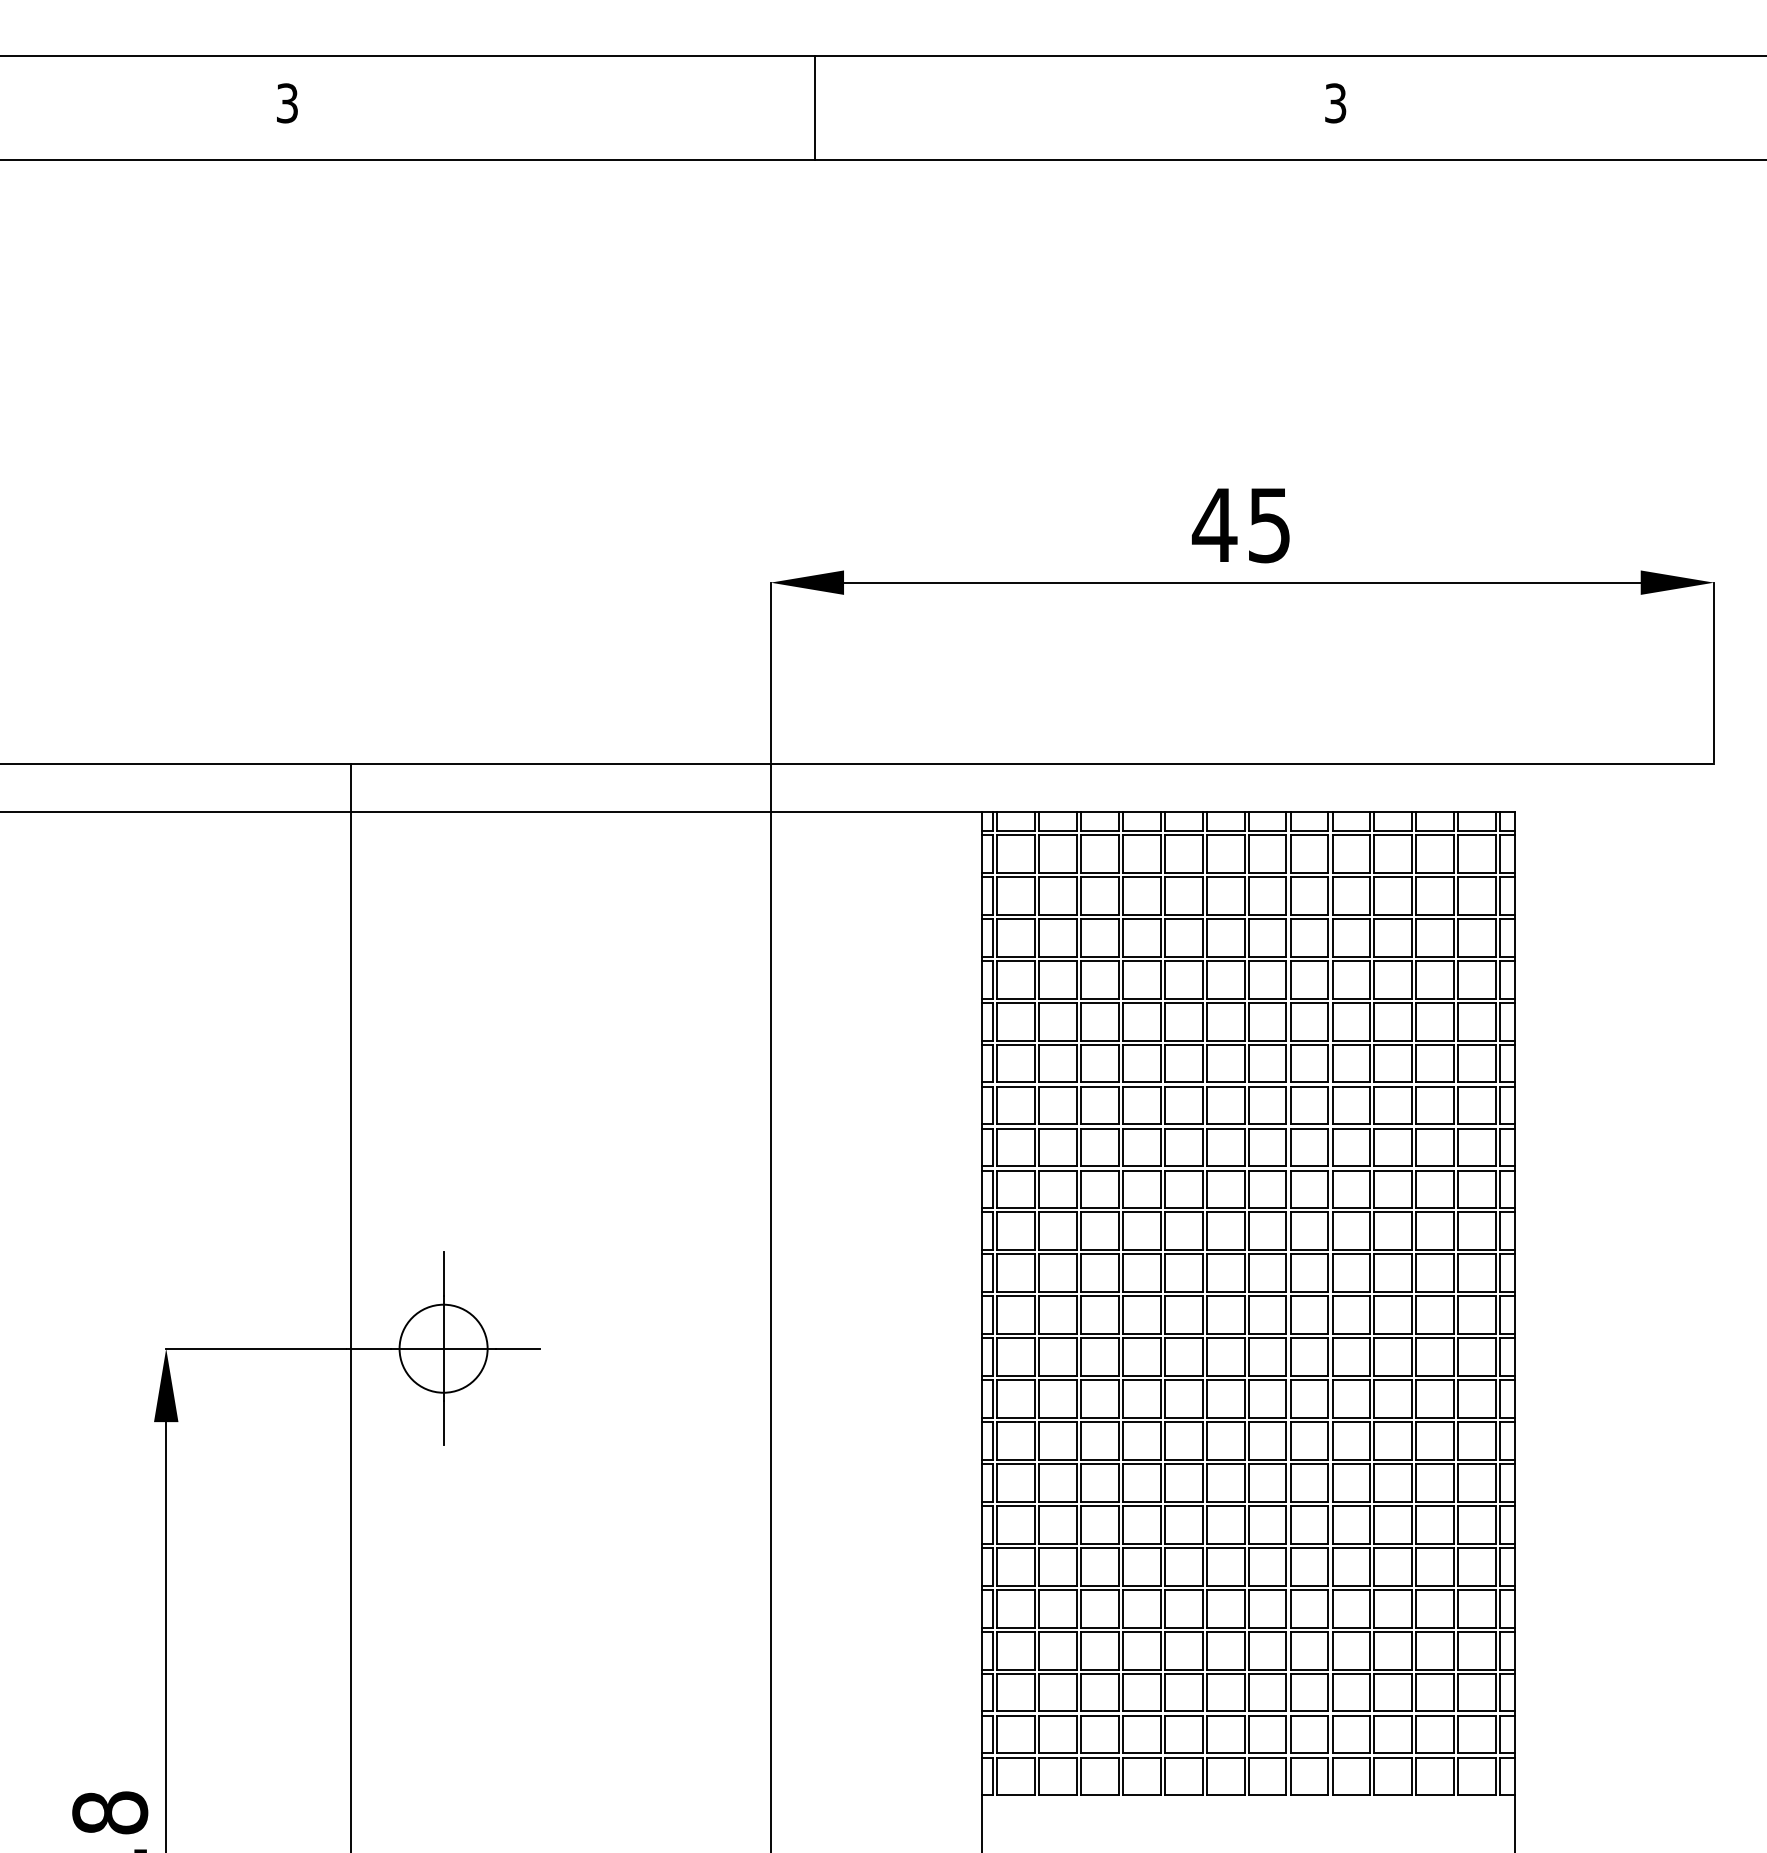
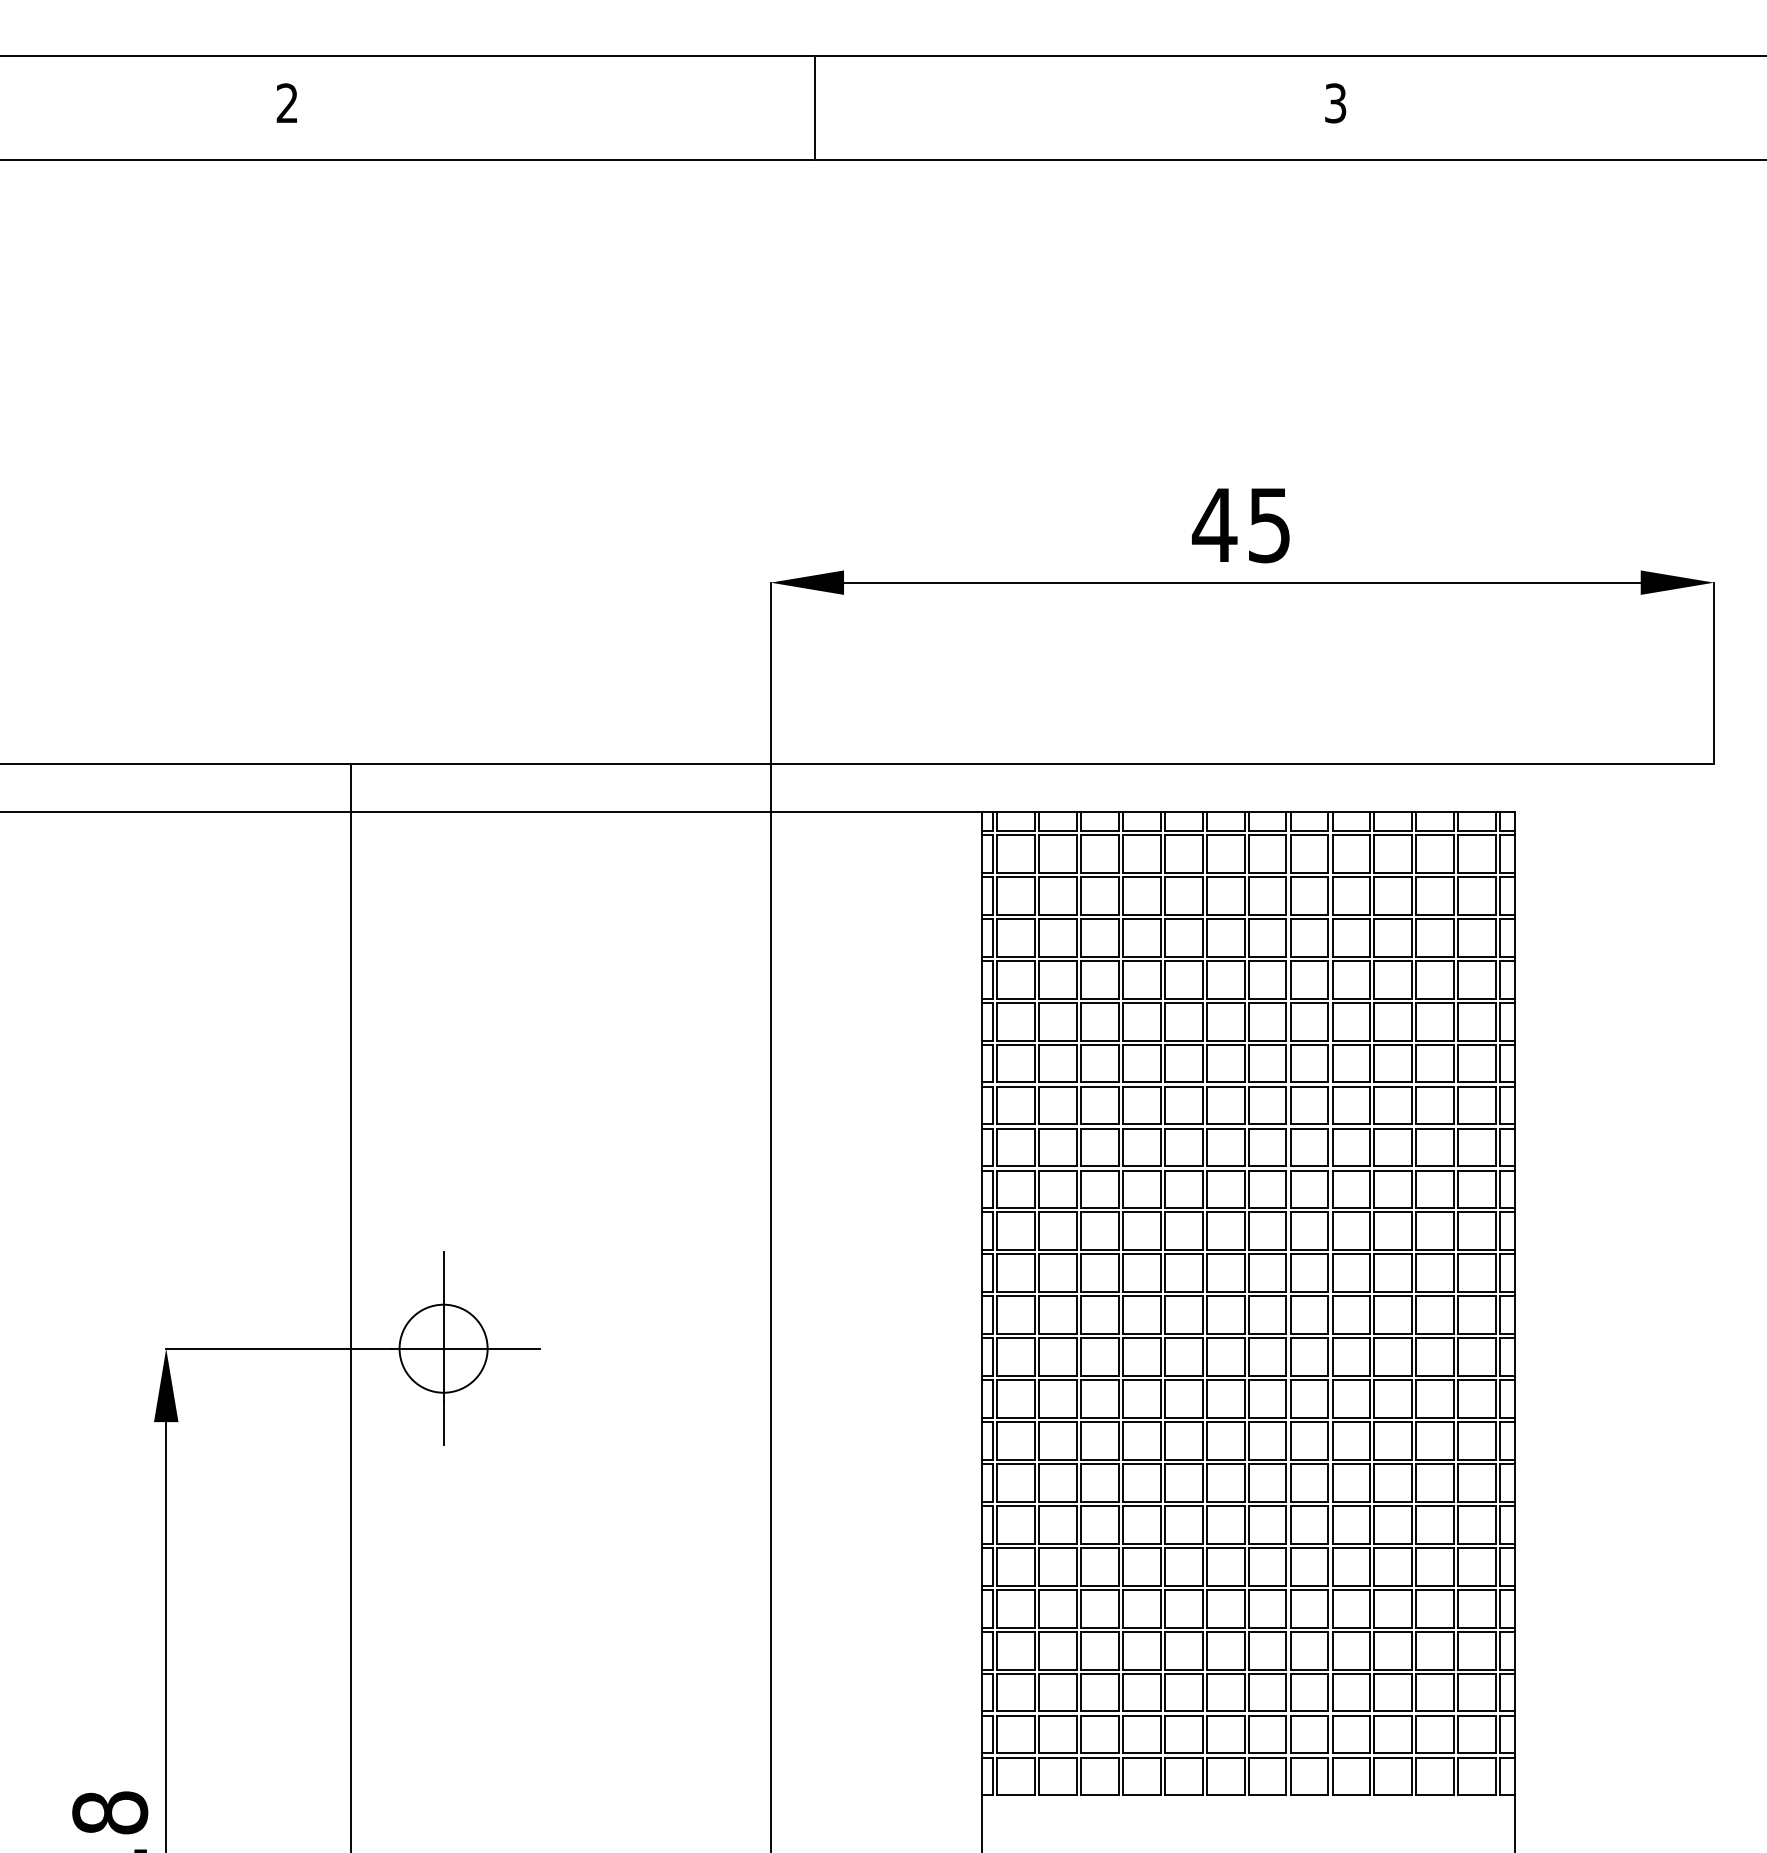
text at (286, 103): 3 -> 2
